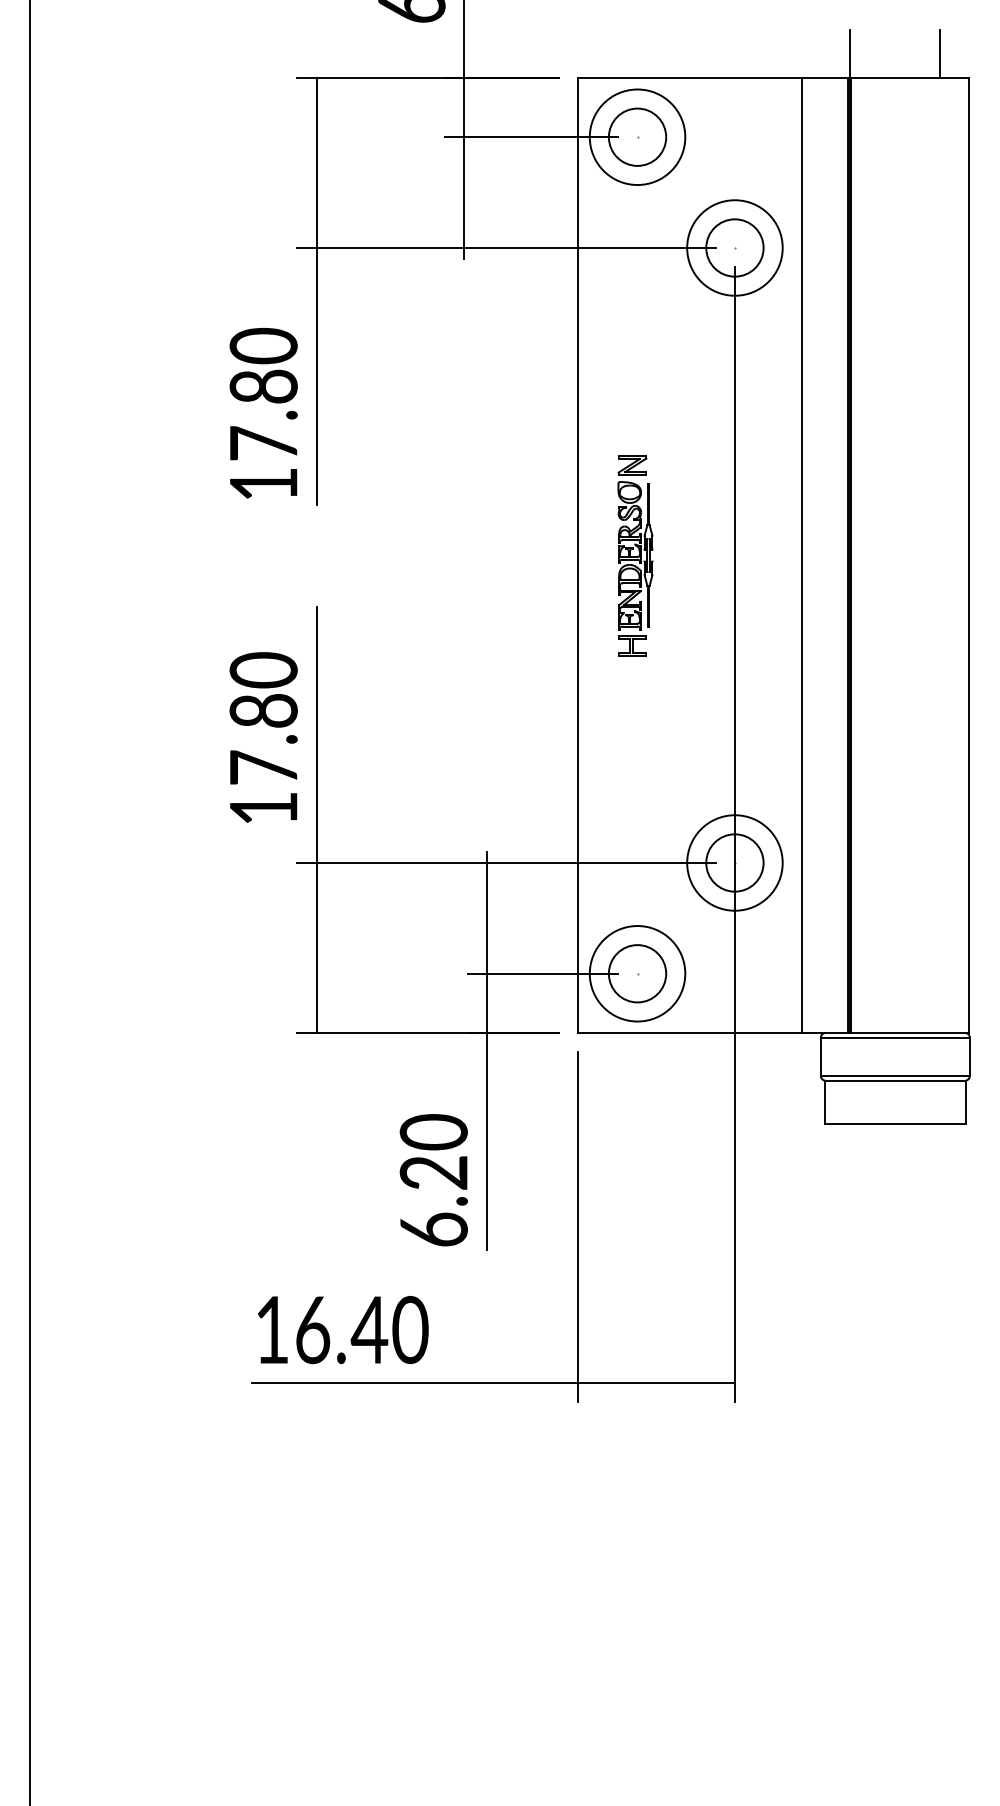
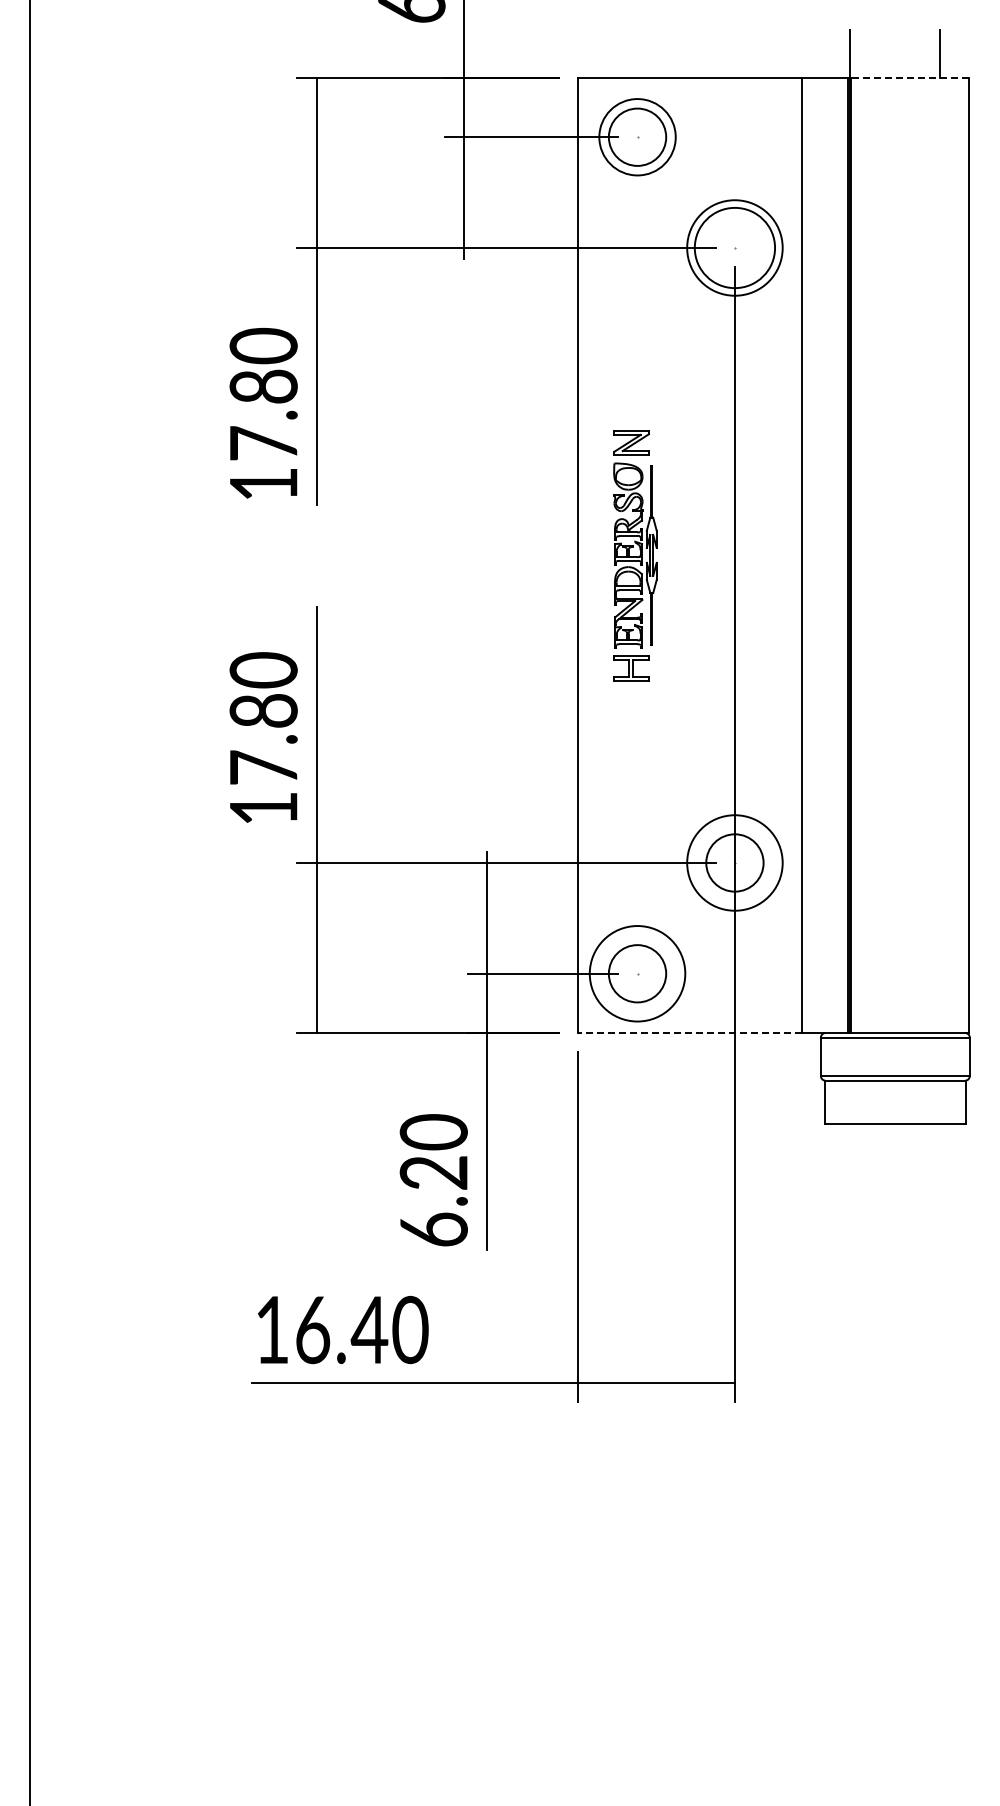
line at (909, 78): solid -> dashed
circle at (637, 137) diameter: 96 px -> 76 px
circle at (734, 247) diameter: 57 px -> 80 px
part at (635, 555) size: 37x202 px -> 45x252 px
line at (690, 1032): solid -> dashed
